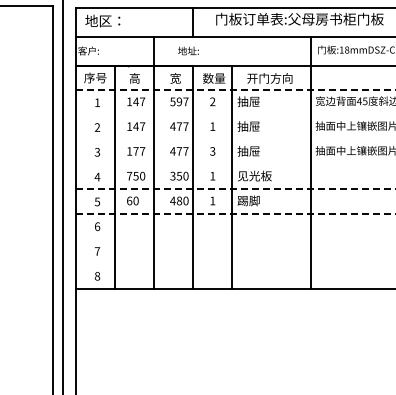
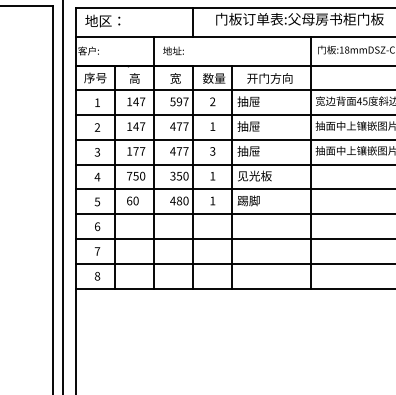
text at (188, 50) position: (188, 50) -> (173, 50)
line at (235, 90): dashed -> solid
line at (234, 115): none -> present
line at (234, 139): none -> present
line at (234, 164): none -> present
line at (235, 189): dashed -> solid
line at (235, 214): dashed -> solid
line at (234, 239): none -> present
line at (234, 263): none -> present
